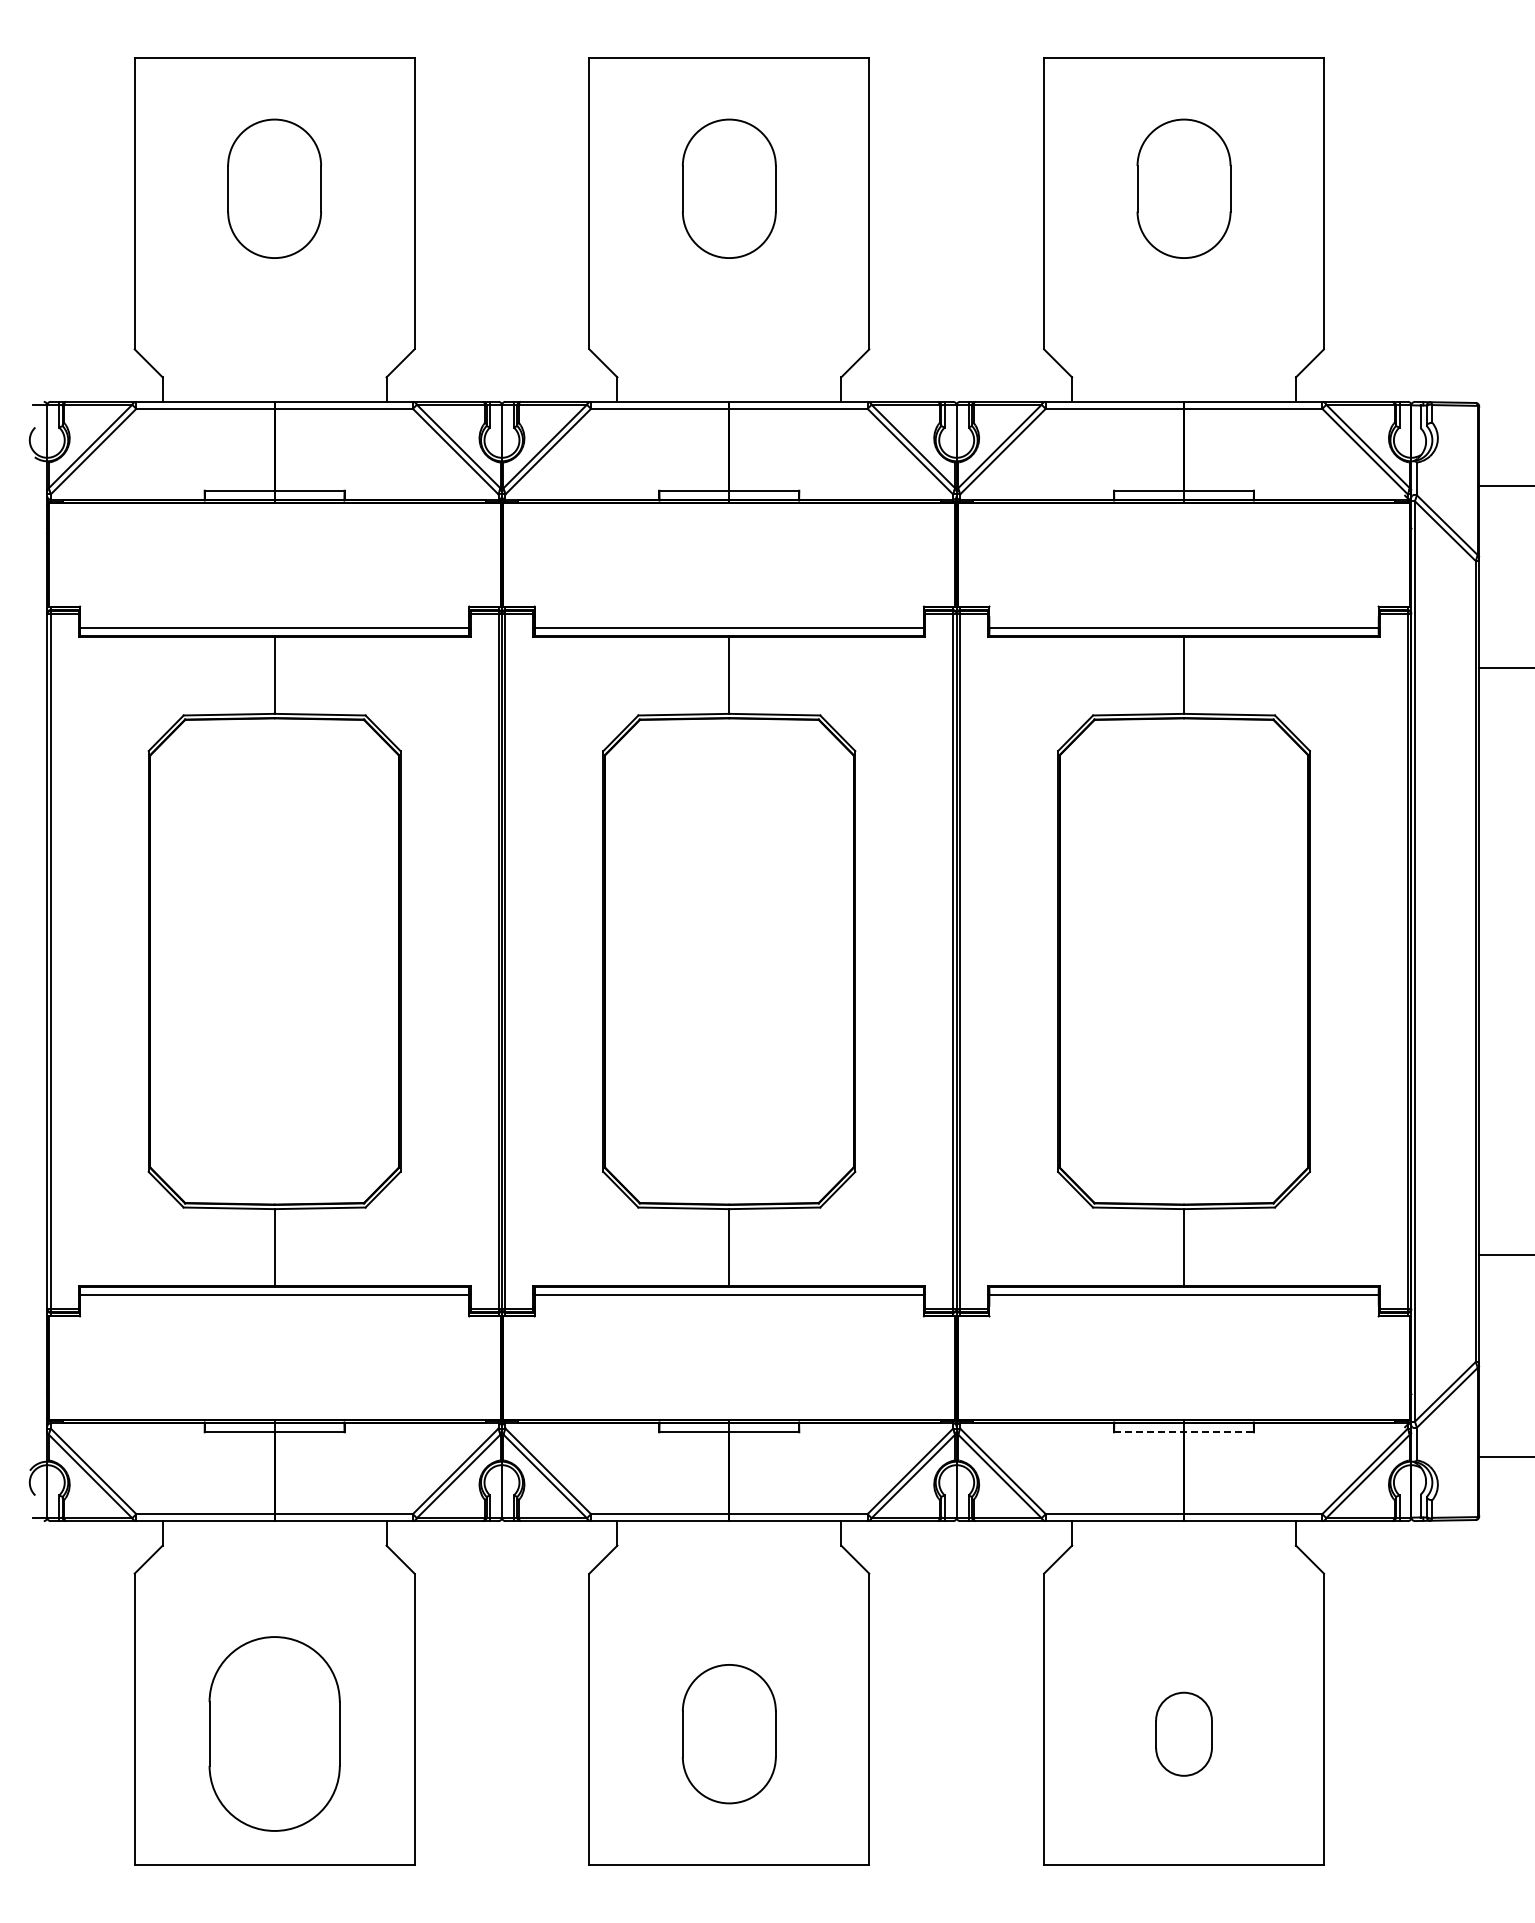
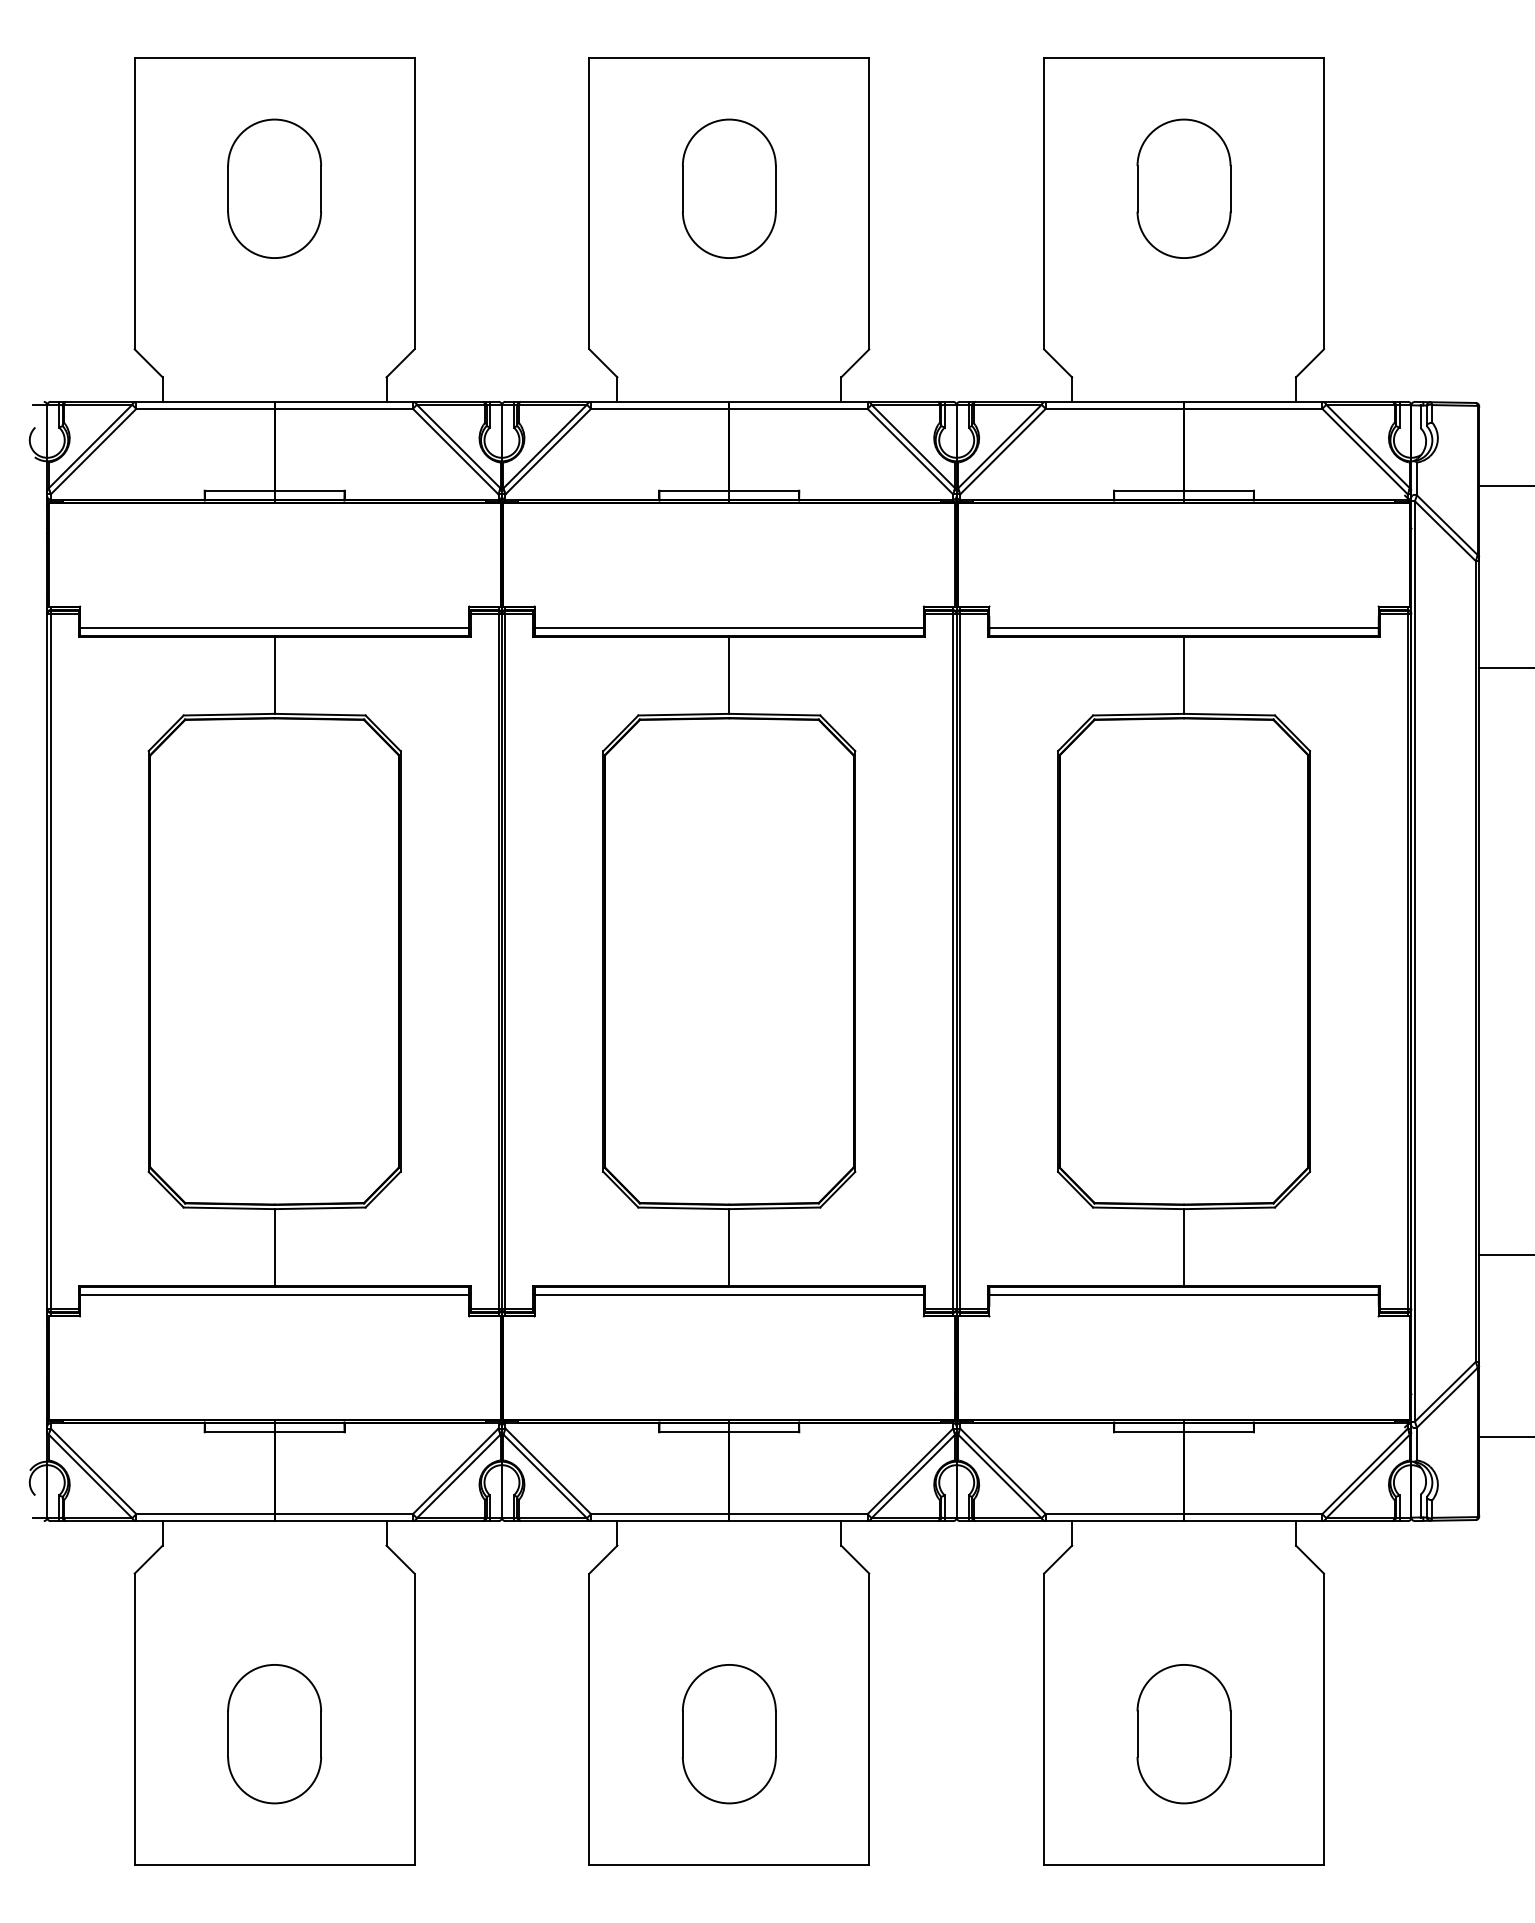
line at (1184, 1432): dashed -> solid
line at (1505, 1457) position: (1505, 1457) -> (1505, 1437)
part at (274, 1733) size: 133x196 px -> 95x141 px
part at (1183, 1733) size: 58x86 px -> 96x141 px
